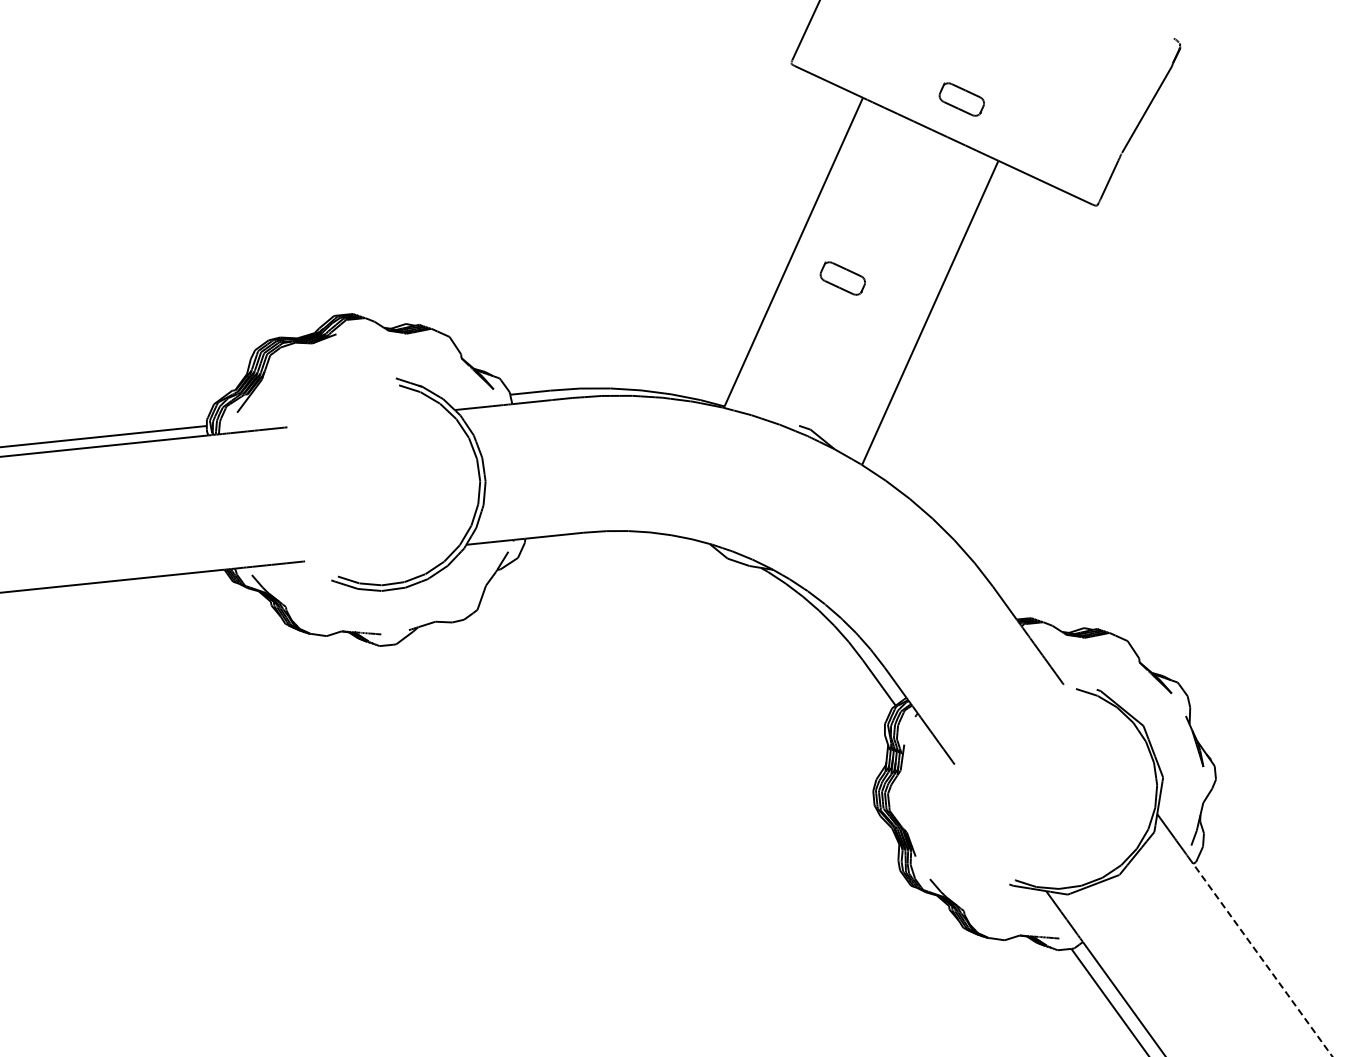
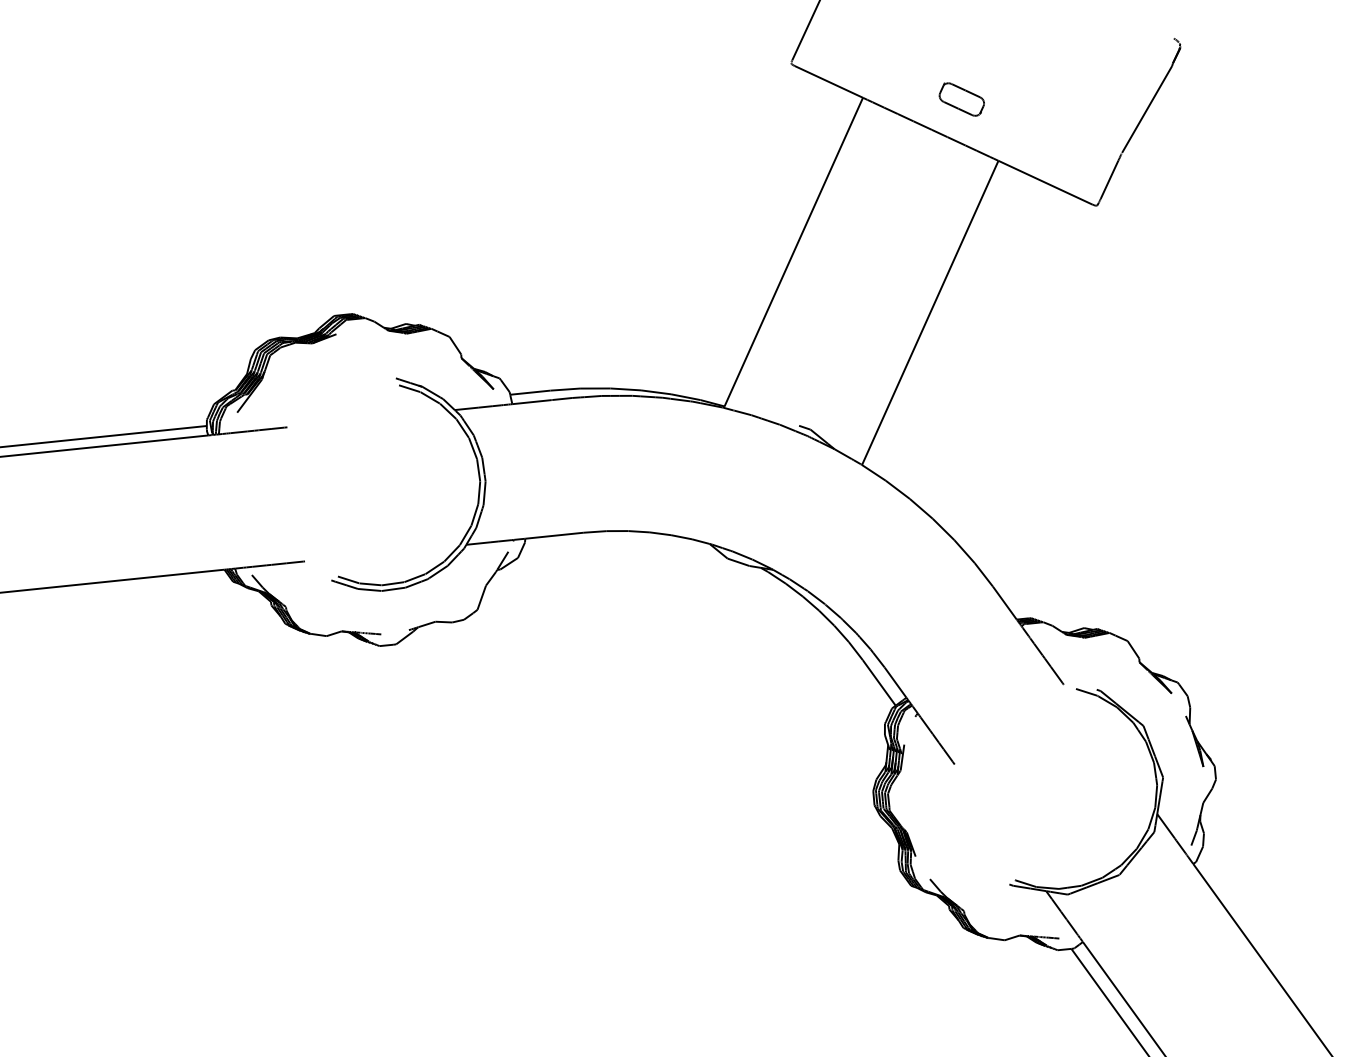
part at (842, 278): present -> none
line at (1262, 960): dashed -> solid
